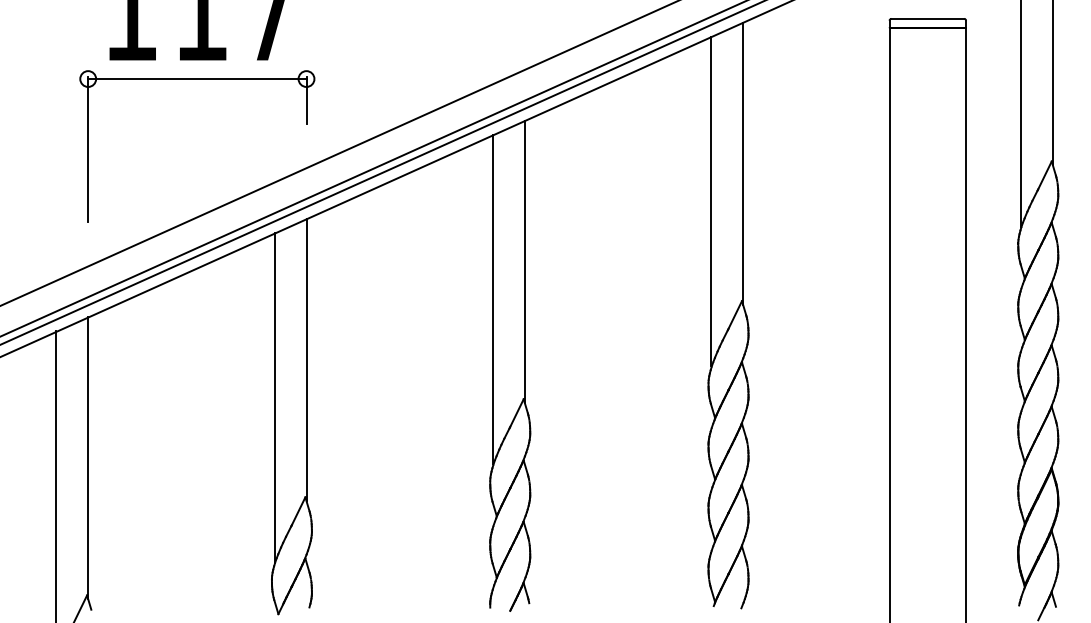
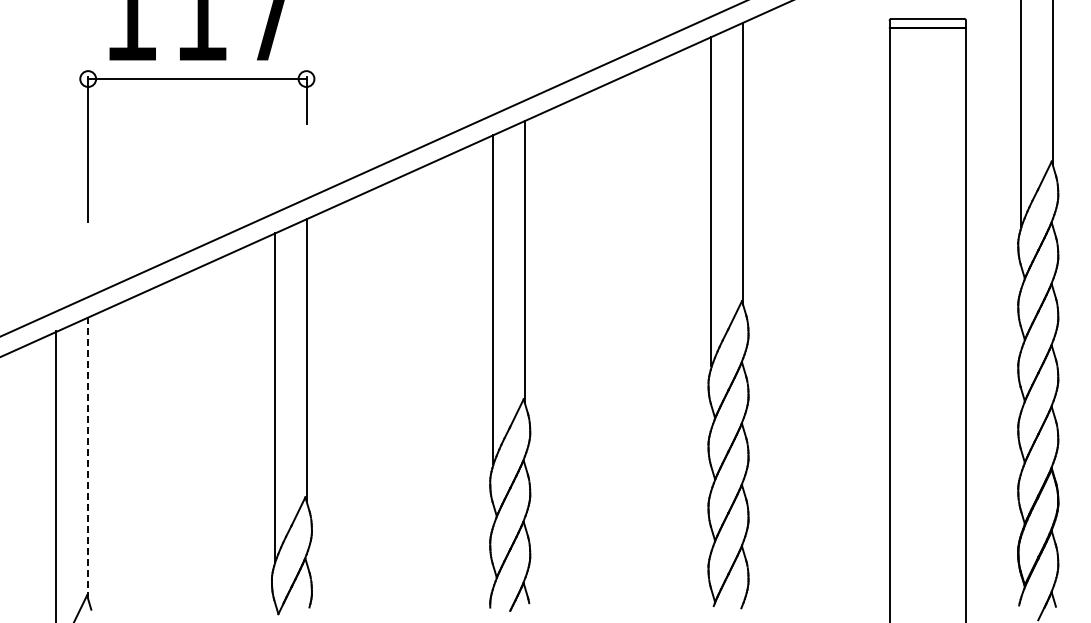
line at (338, 153): present -> none
line at (381, 172): present -> none
line at (88, 457): solid -> dashed
